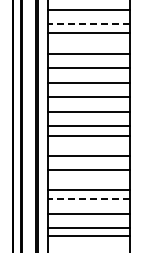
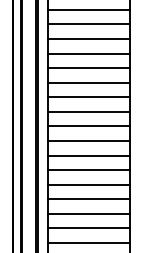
line at (89, 24): dashed -> solid
line at (89, 33) position: (89, 33) -> (89, 39)
line at (89, 135) position: (89, 135) -> (89, 140)
line at (89, 189) position: (89, 189) -> (89, 184)
line at (89, 199): dashed -> solid
line at (89, 235) position: (89, 235) -> (89, 242)
